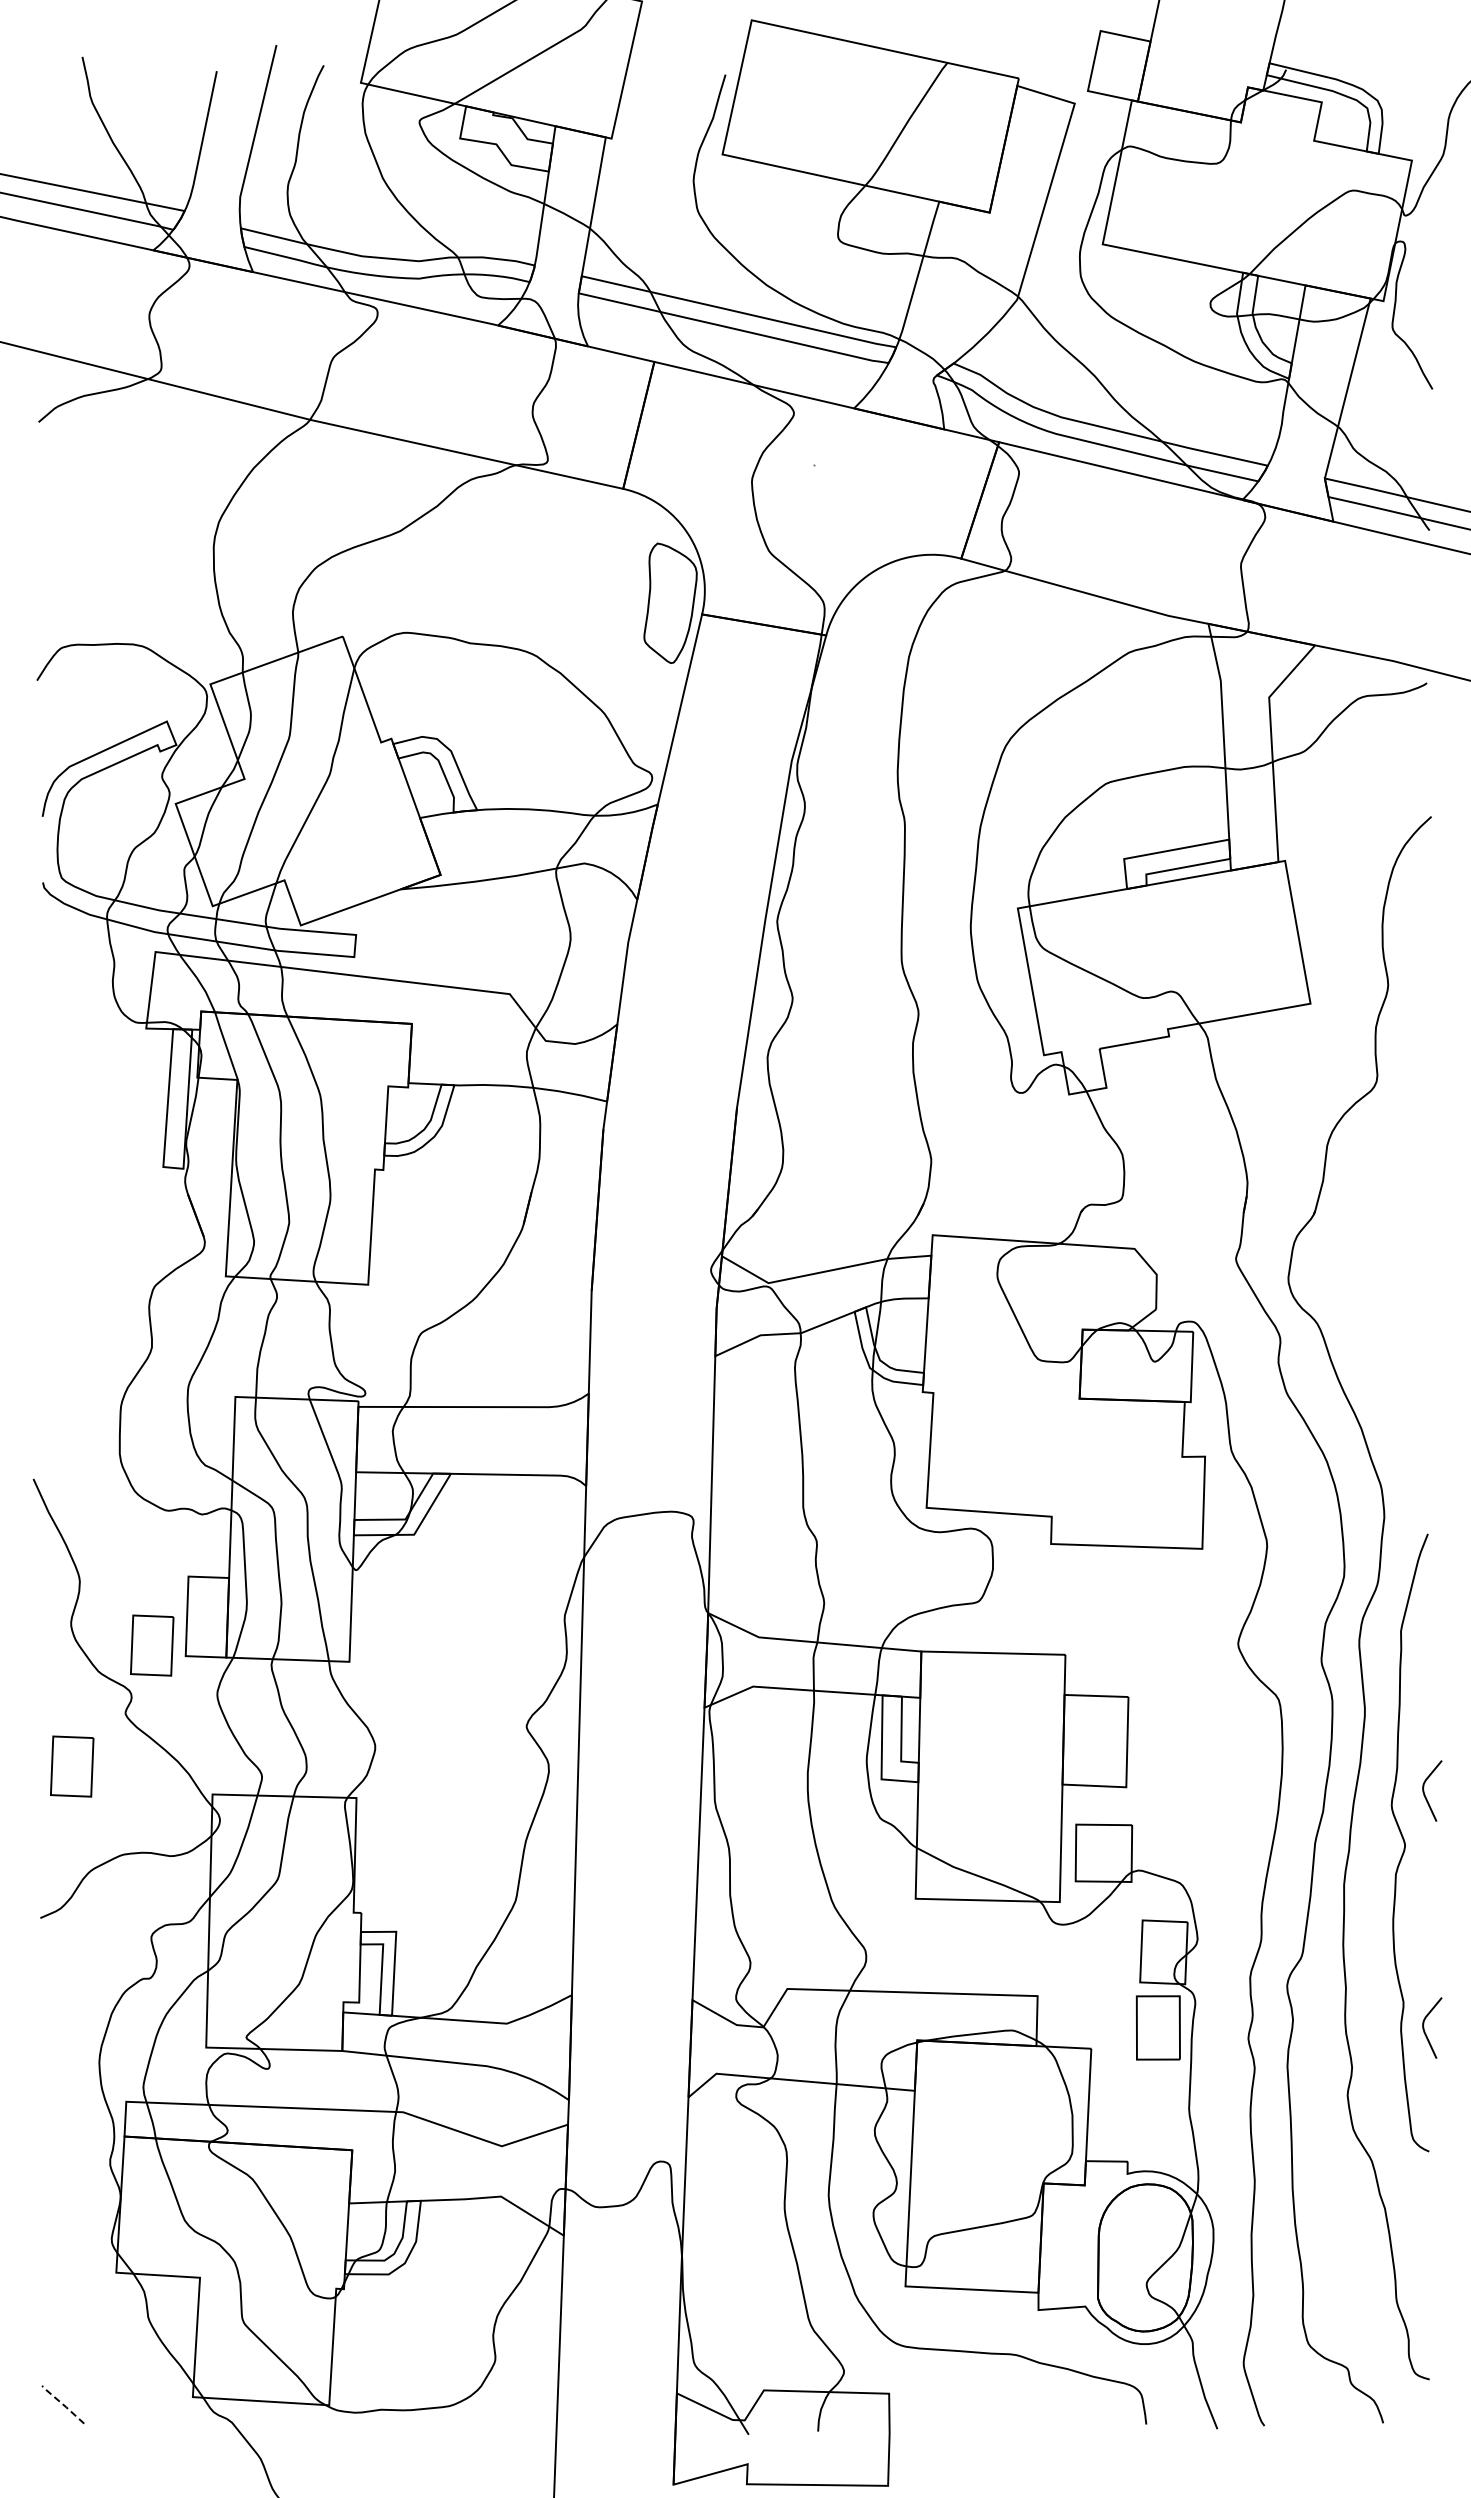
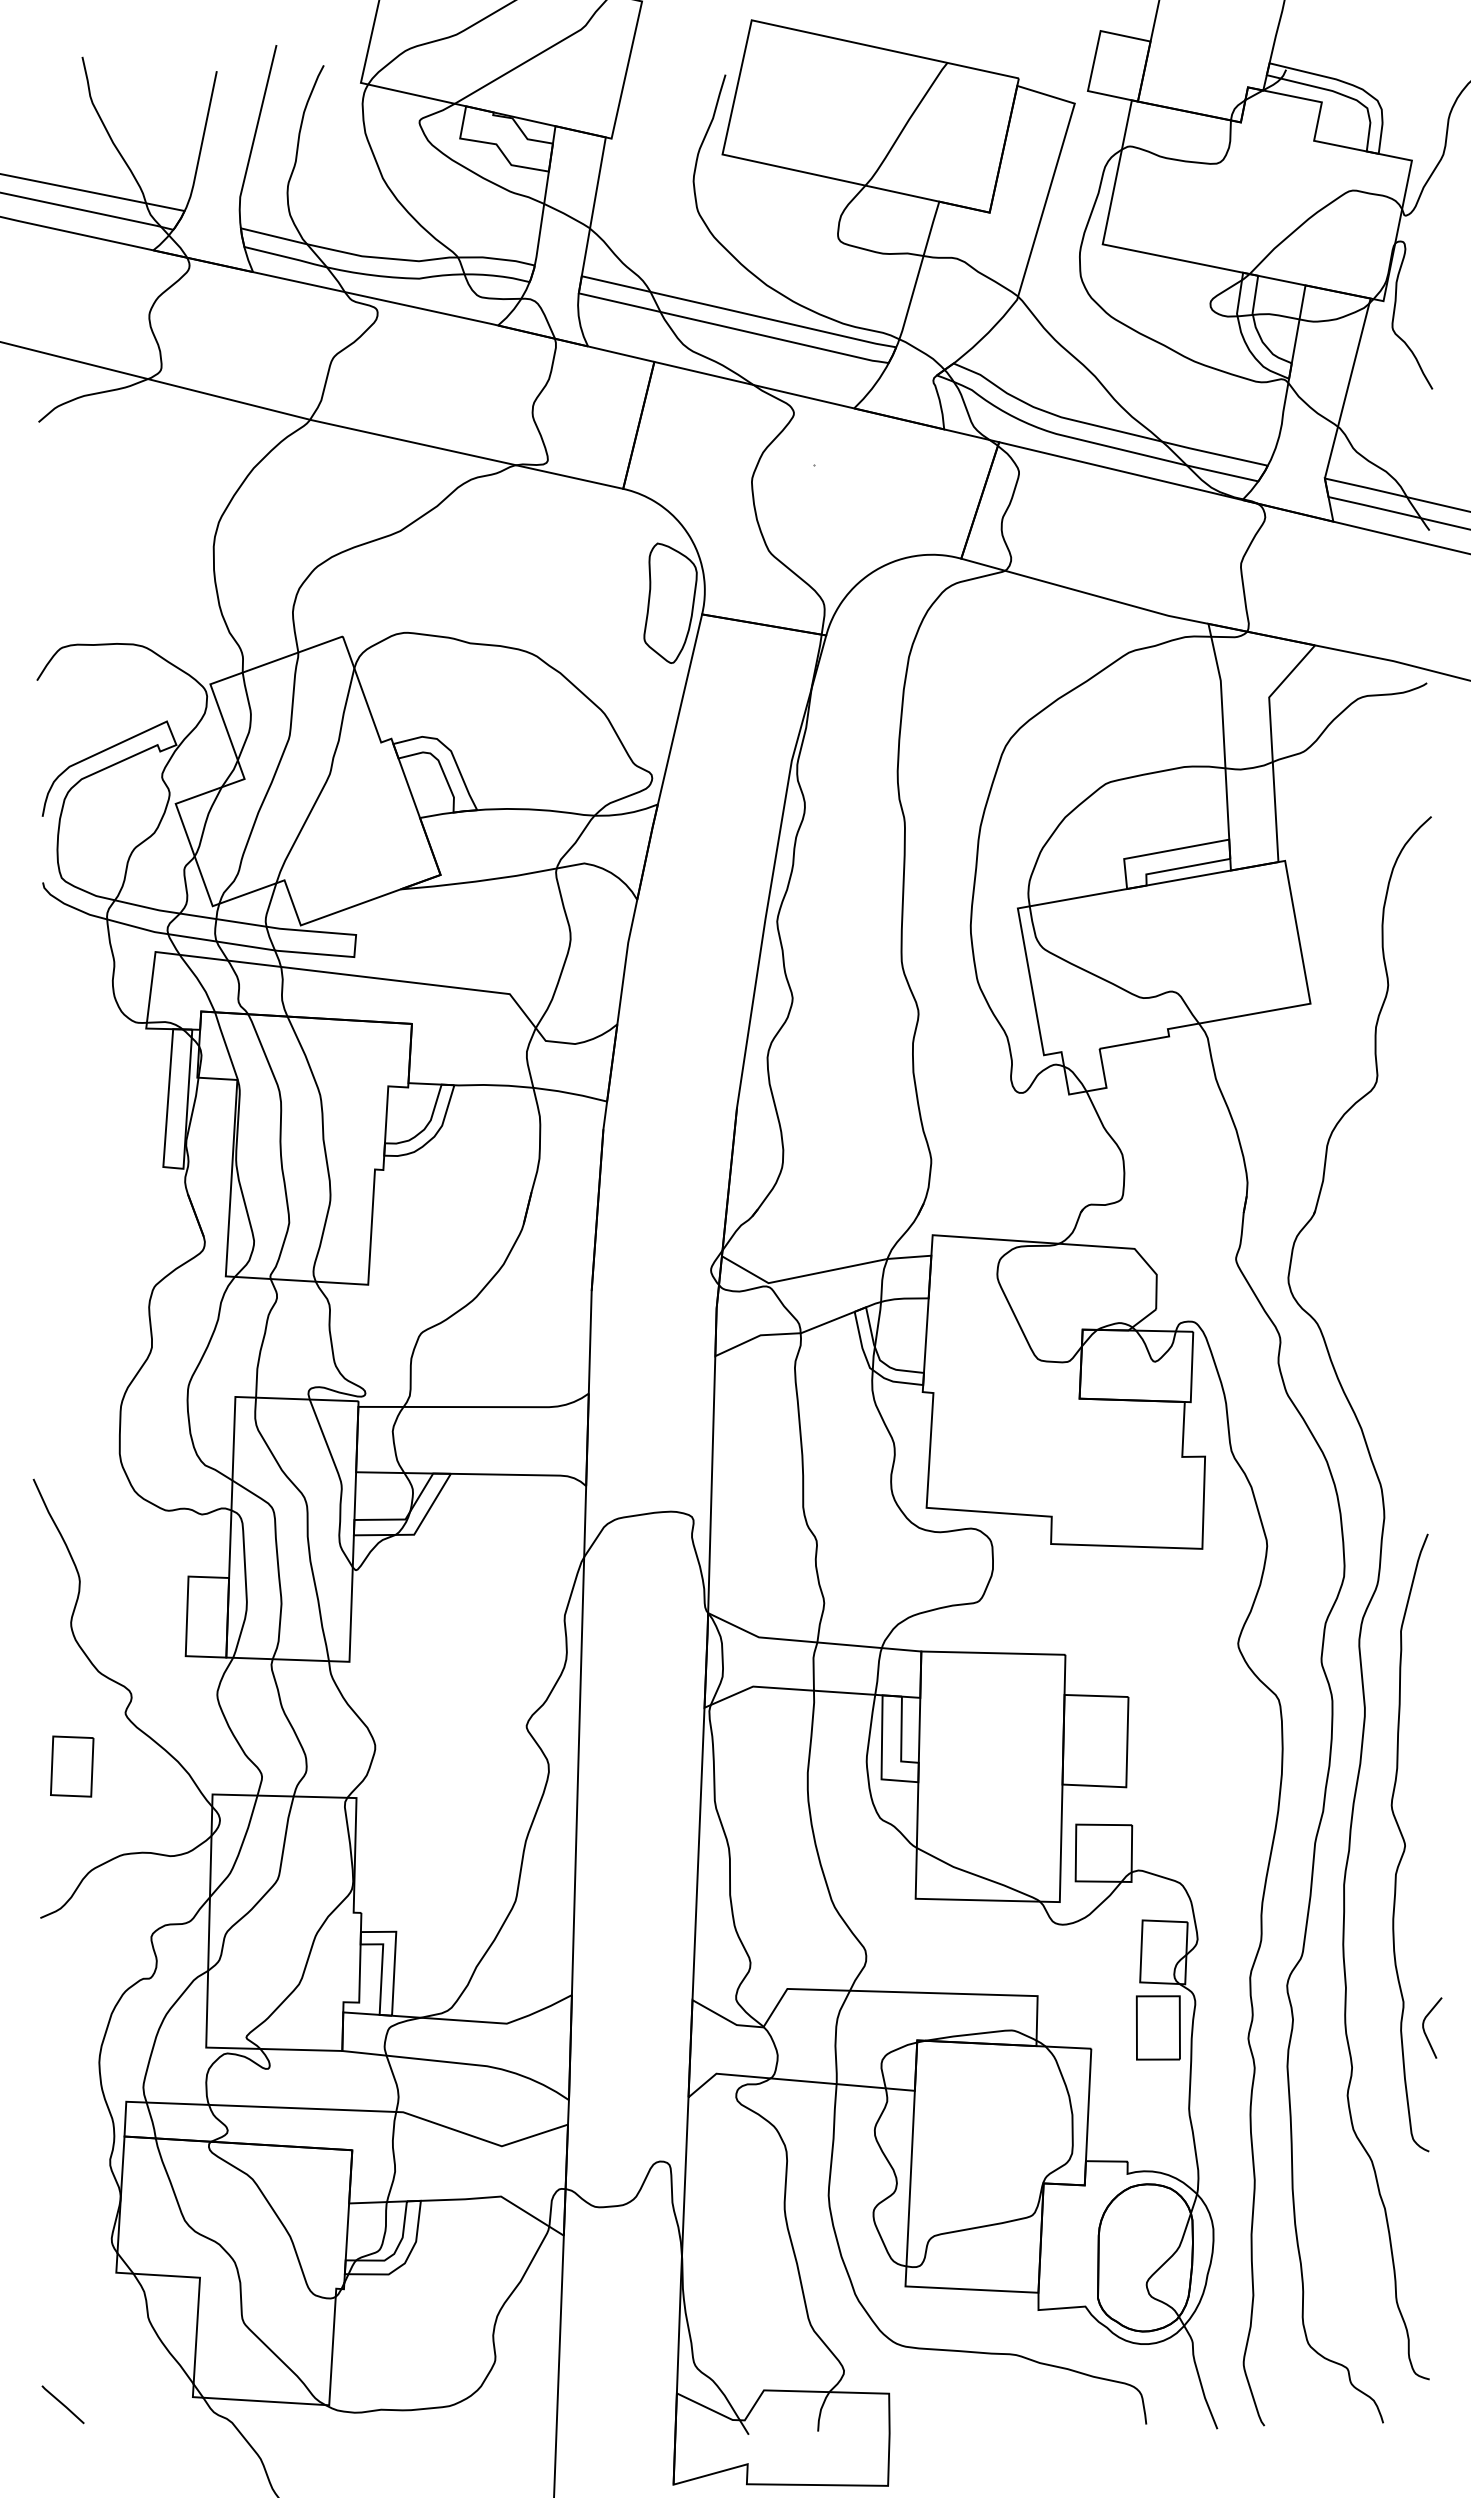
part at (152, 1645): present -> none
curve at (1424, 1790): present -> none
line at (62, 2404): dashed -> solid
